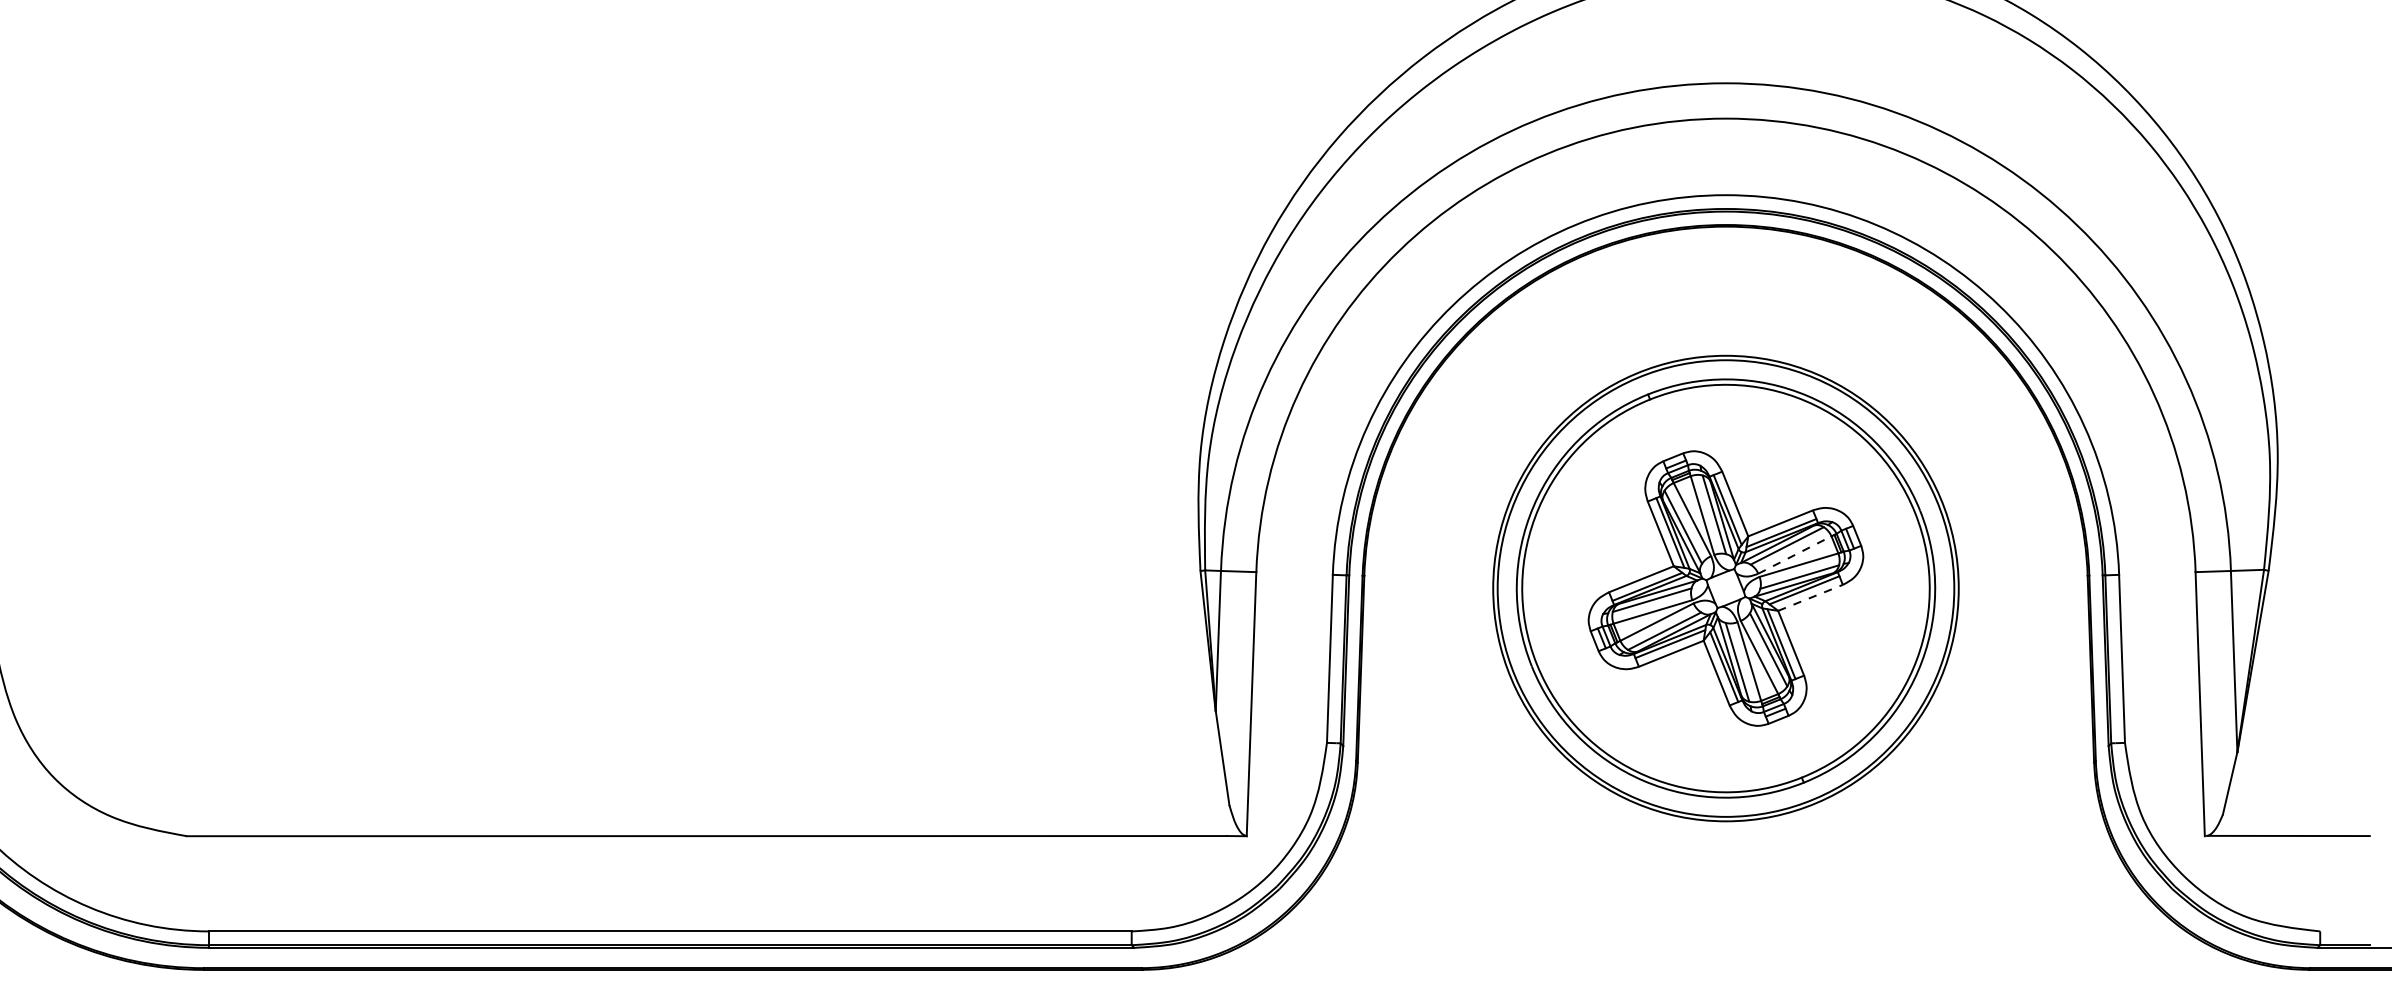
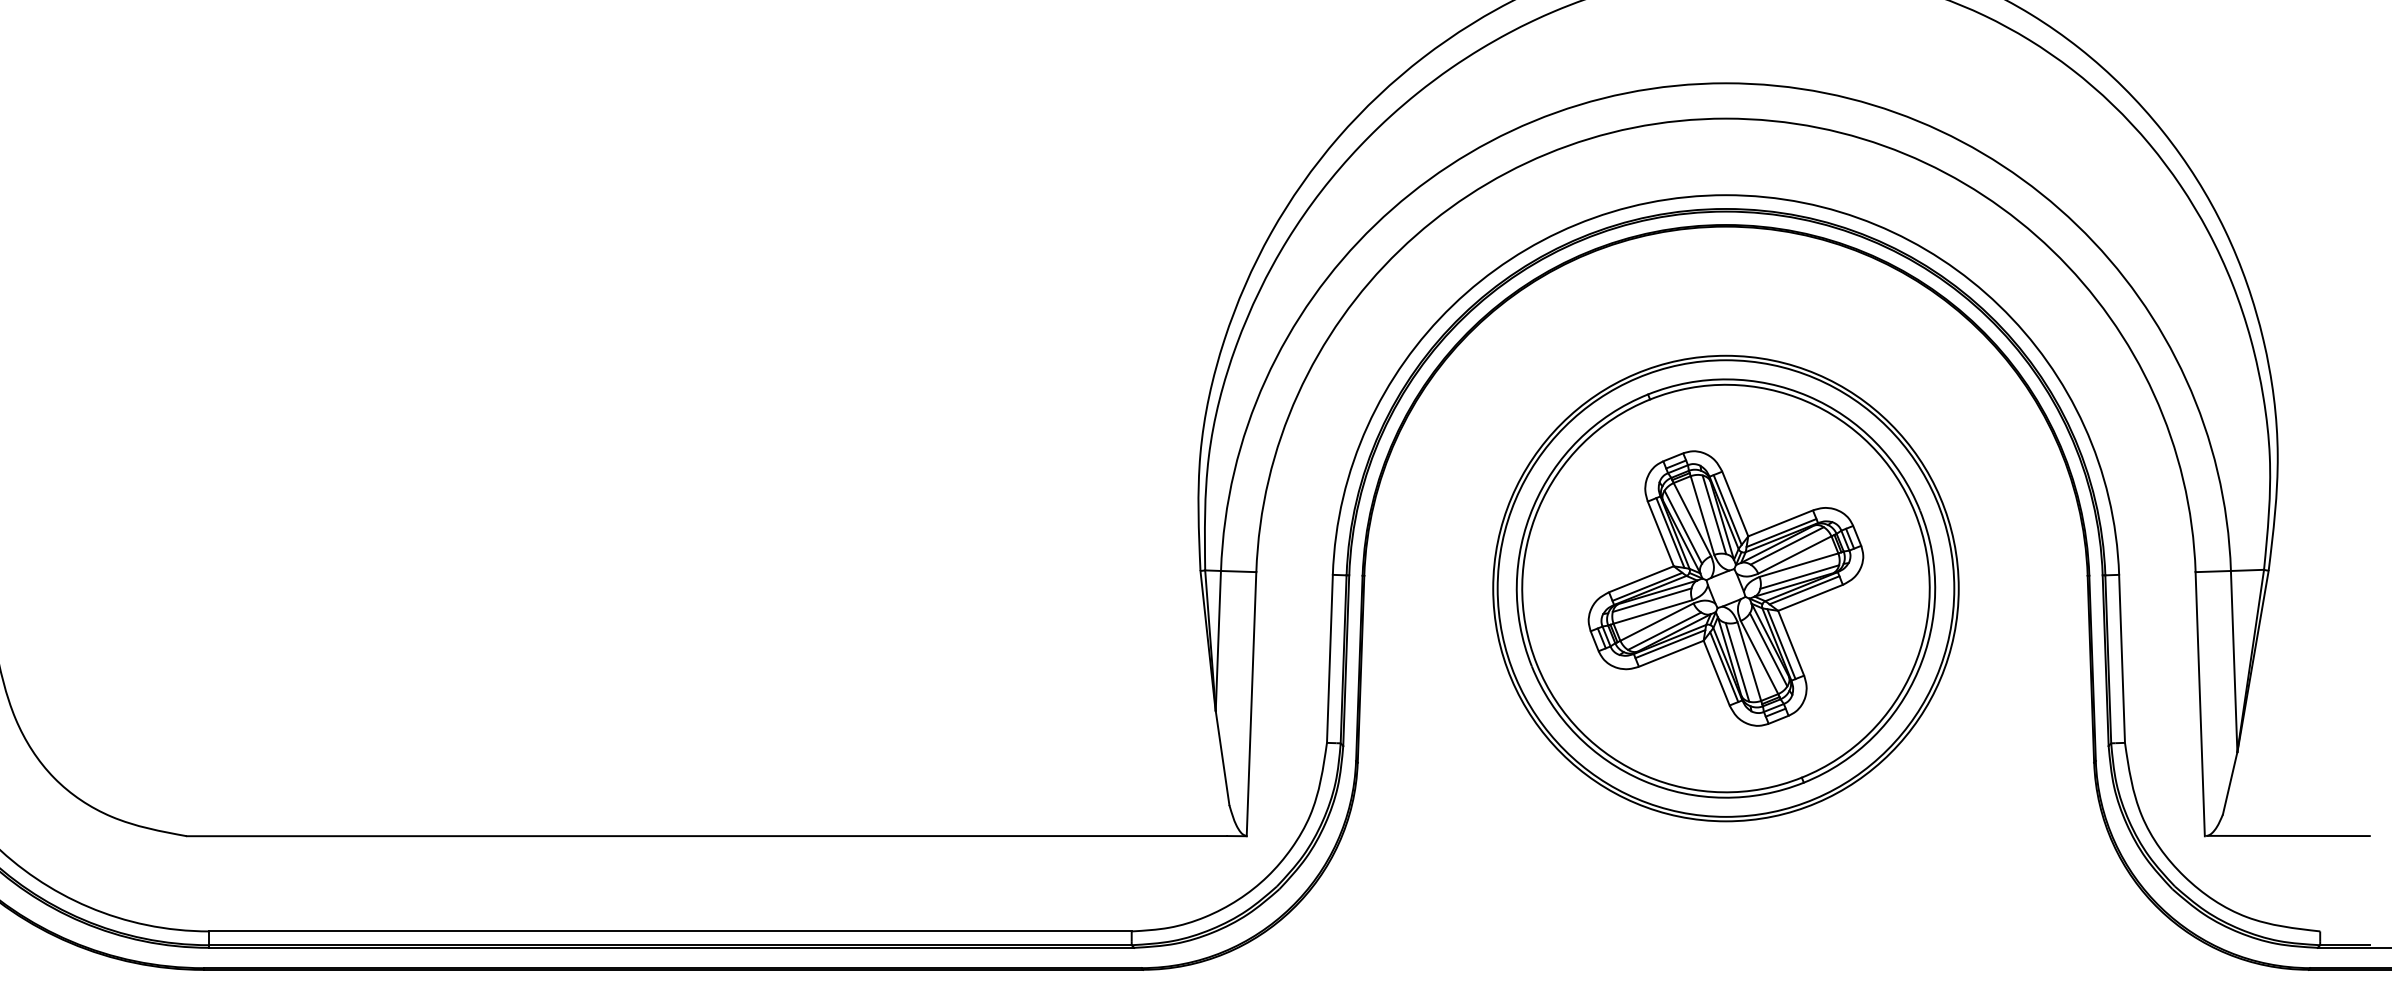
line at (1795, 554): dashed -> solid
line at (1810, 597): dashed -> solid
